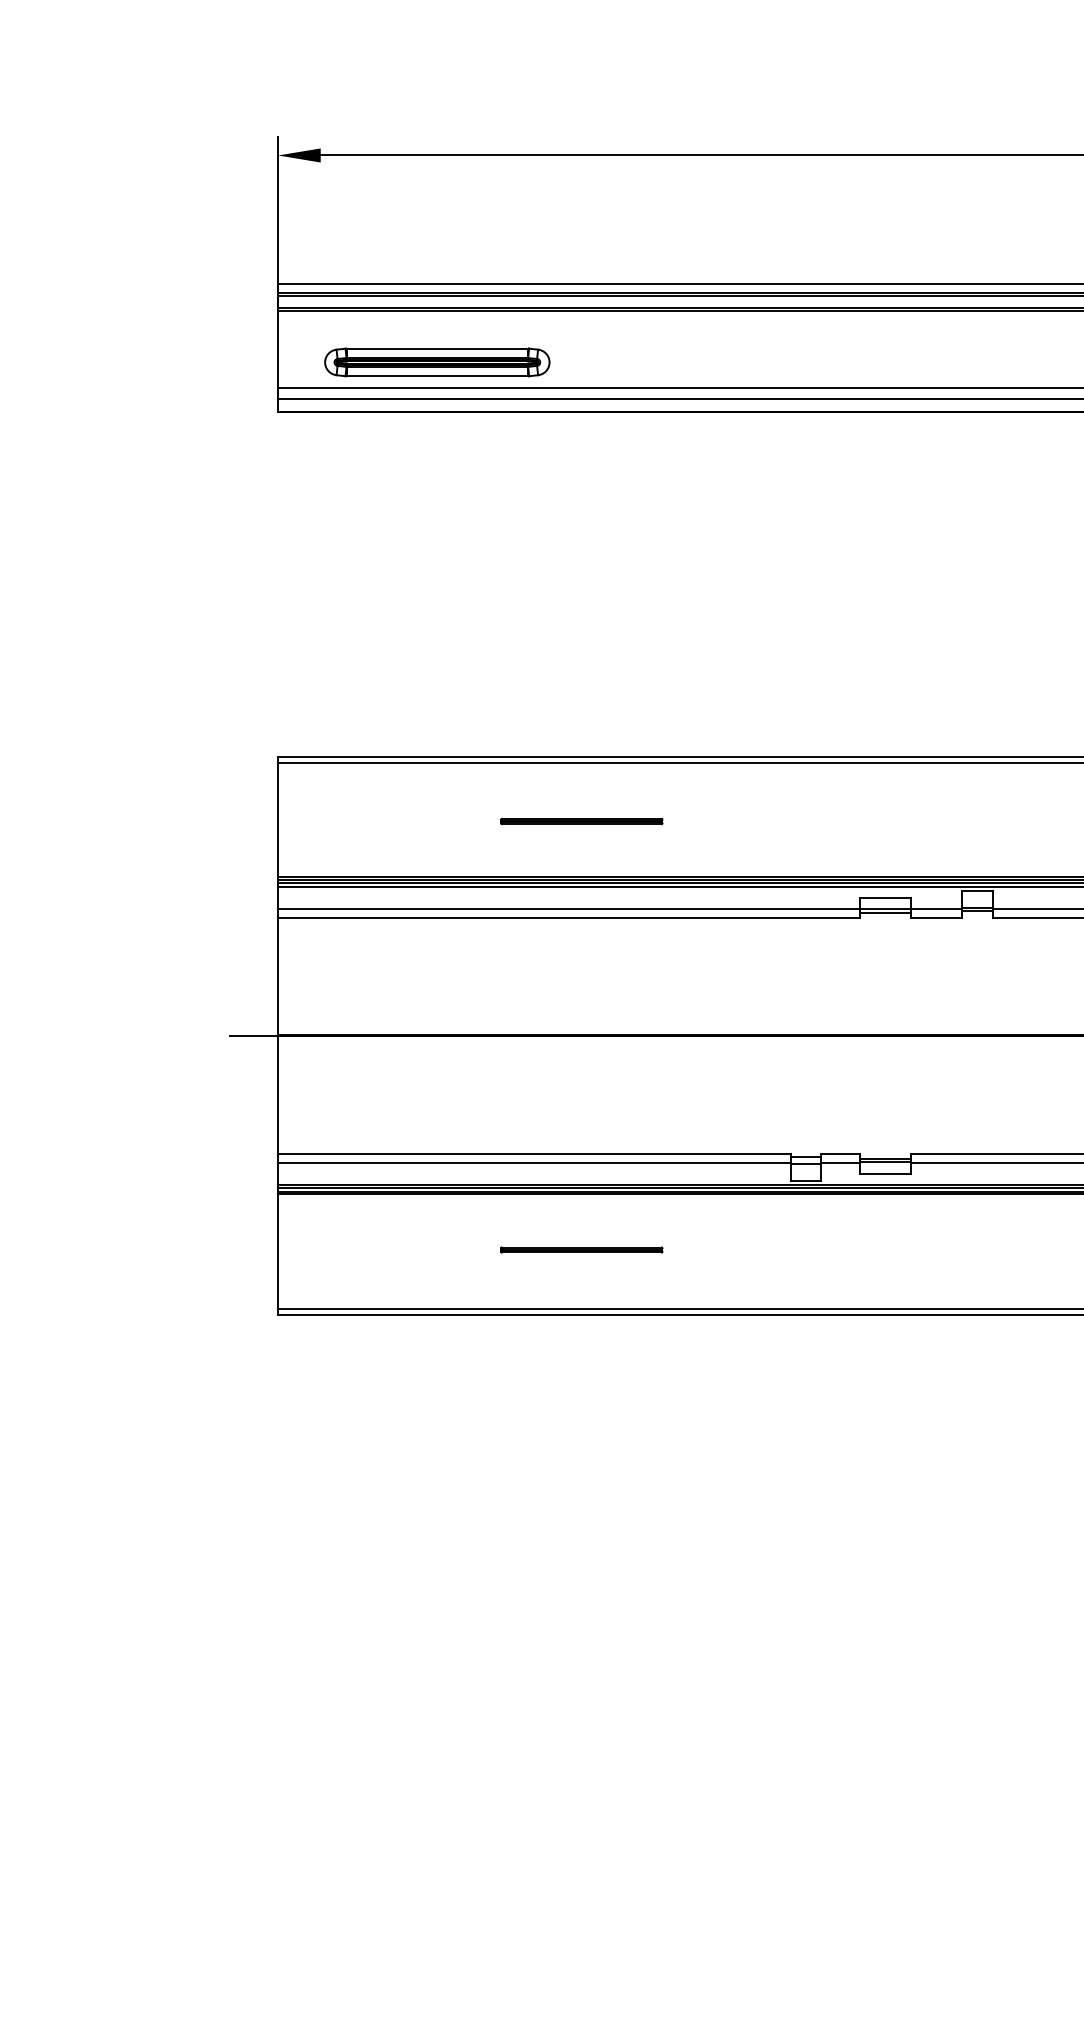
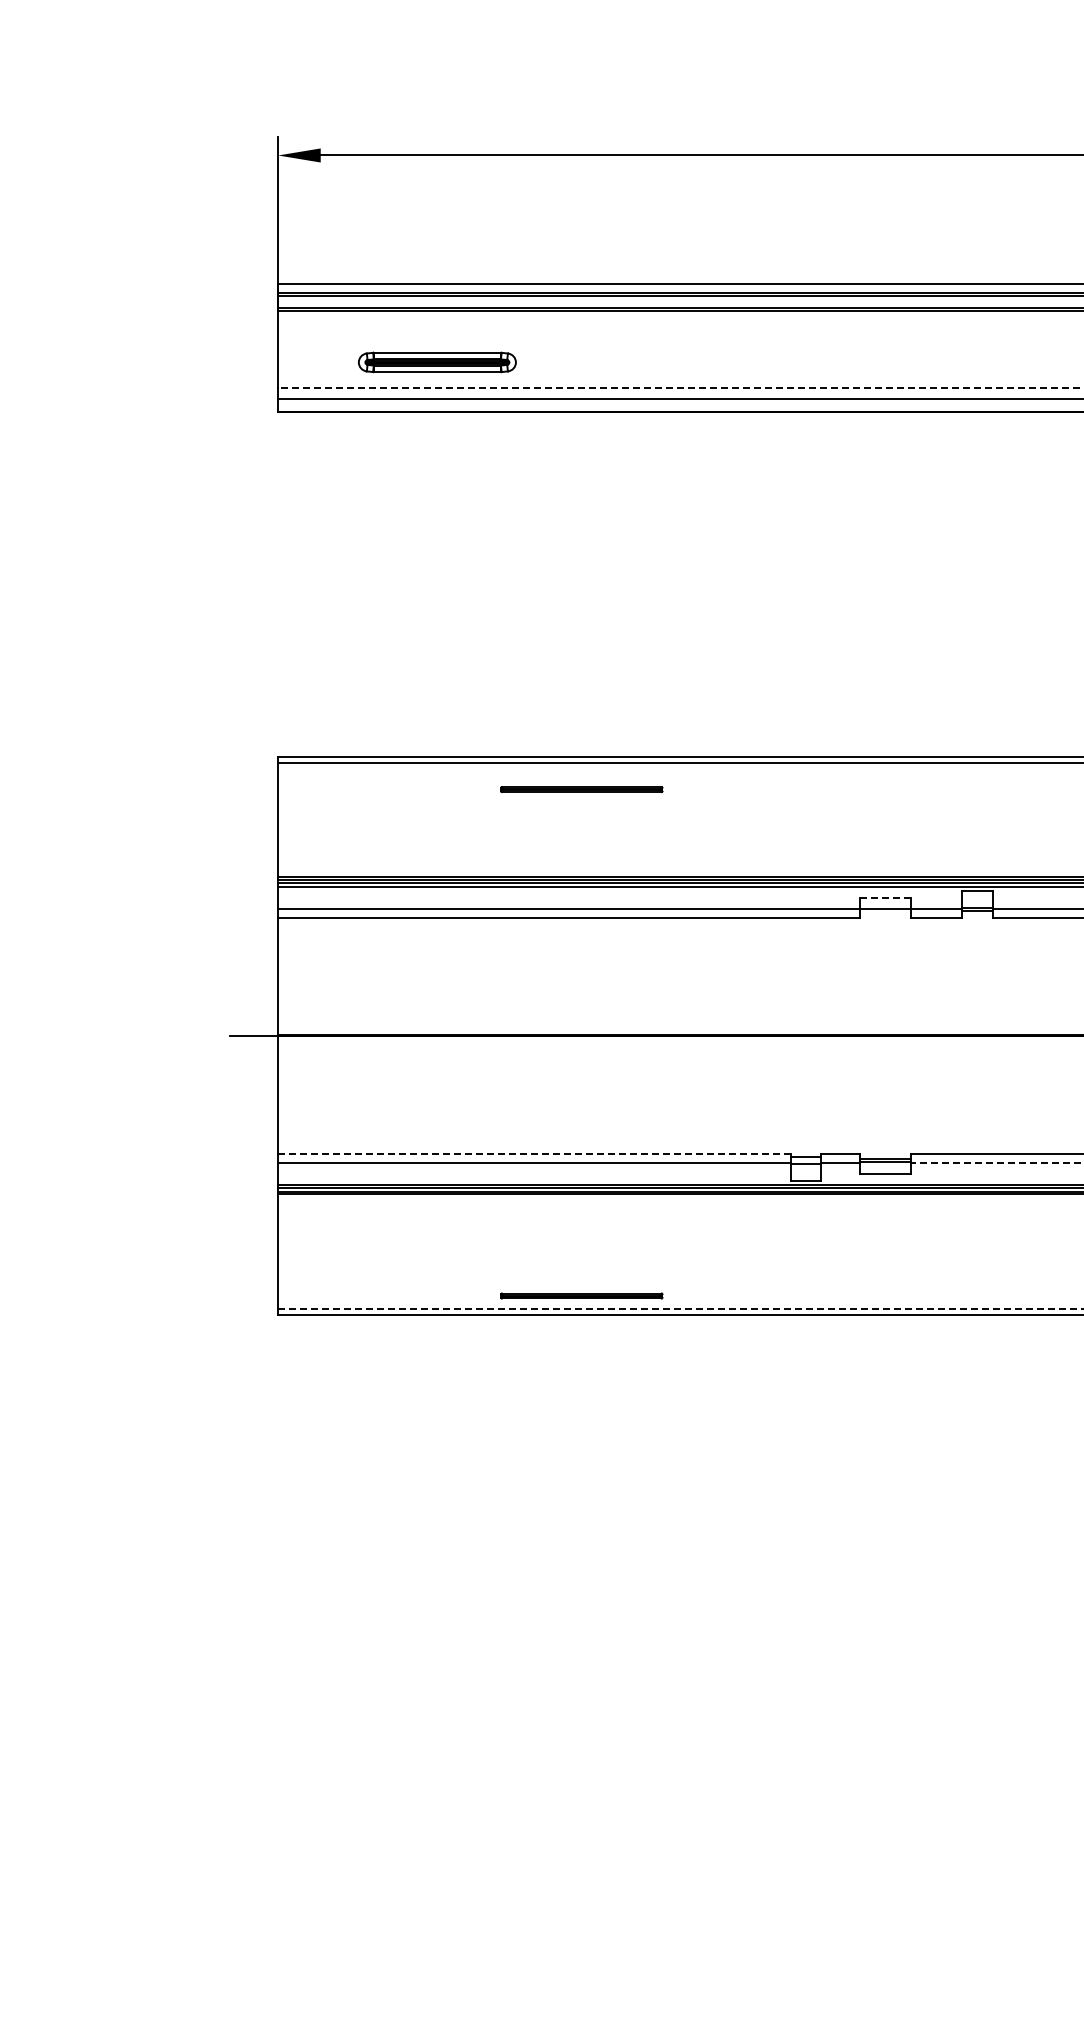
part at (437, 362) size: 227x31 px -> 159x23 px
line at (680, 388): solid -> dashed
part at (581, 821) position: (581, 821) -> (581, 789)
line at (885, 897): solid -> dashed
line at (885, 912): present -> none
line at (534, 1154): solid -> dashed
line at (997, 1162): solid -> dashed
part at (581, 1249) position: (581, 1249) -> (581, 1295)
line at (681, 1308): solid -> dashed
